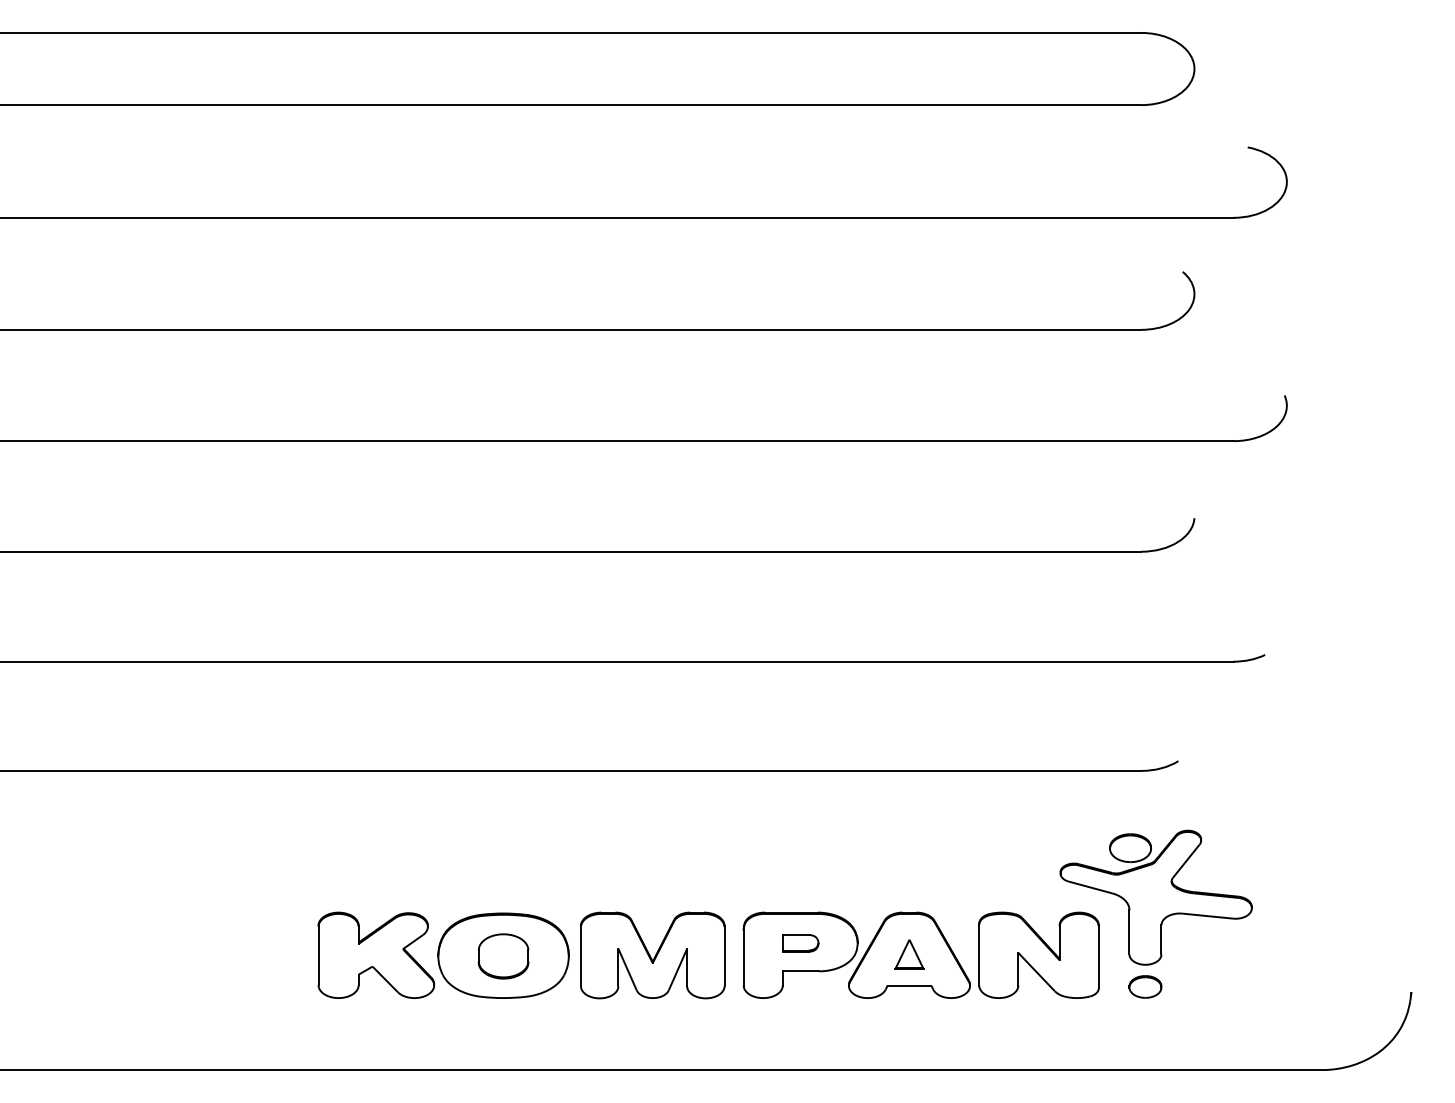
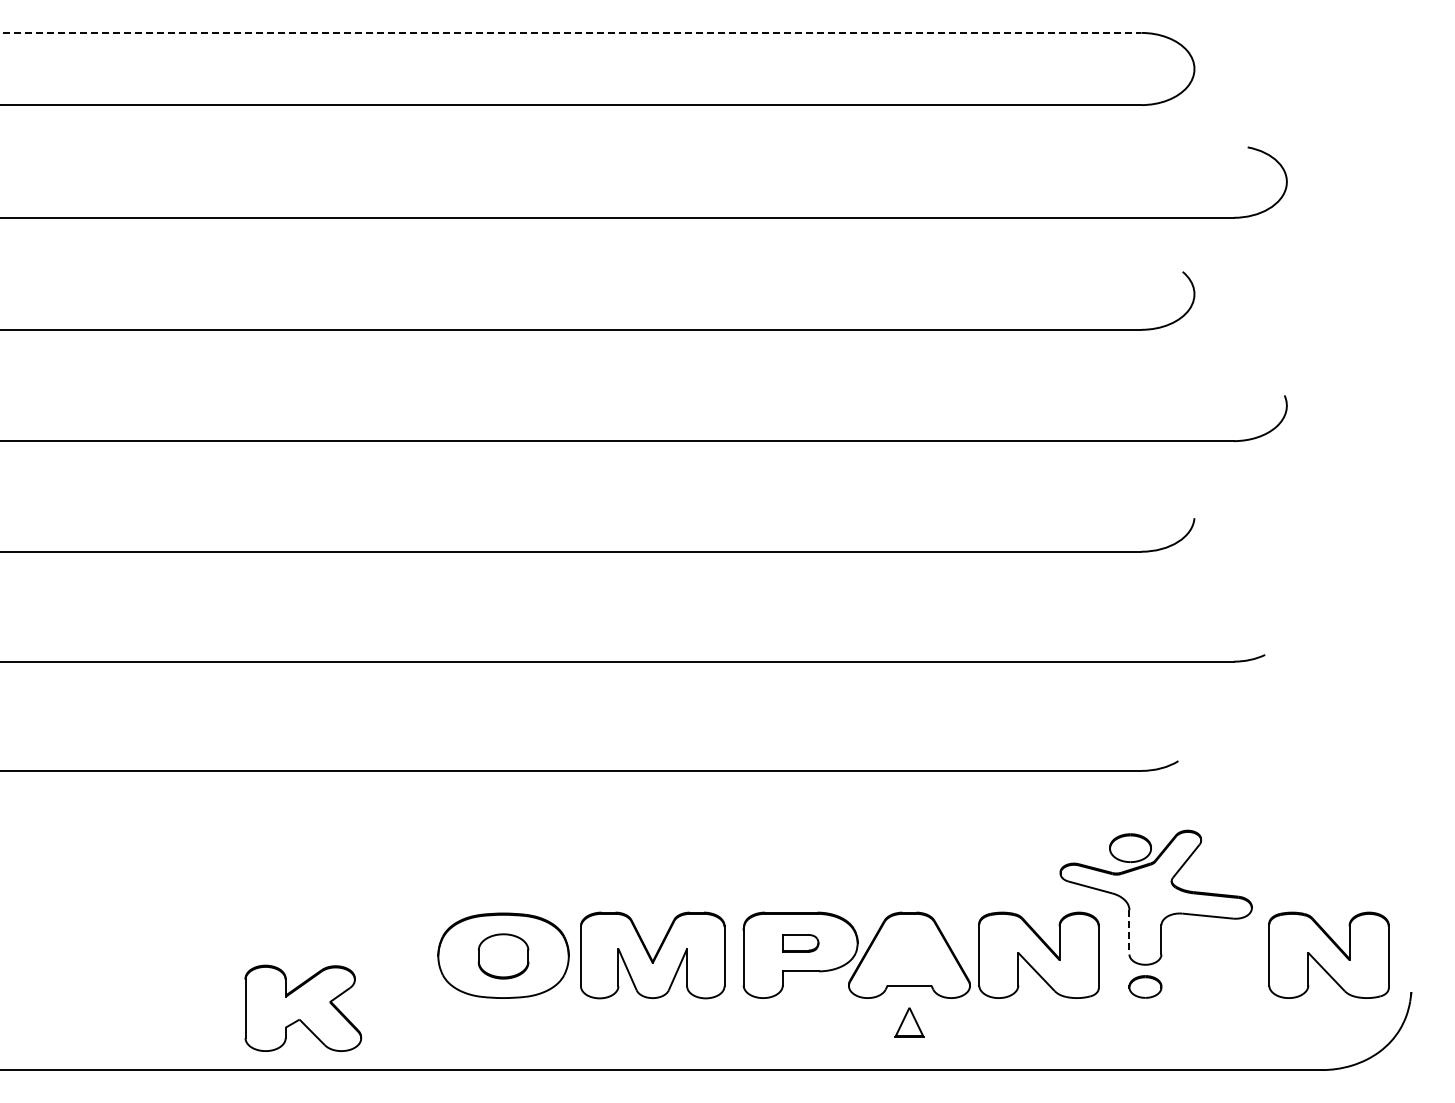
line at (571, 32): solid -> dashed
line at (1129, 932): solid -> dashed
part at (376, 954) position: (376, 954) -> (303, 1007)
part at (909, 954) position: (909, 954) -> (909, 1022)
part at (1328, 954): none -> present
